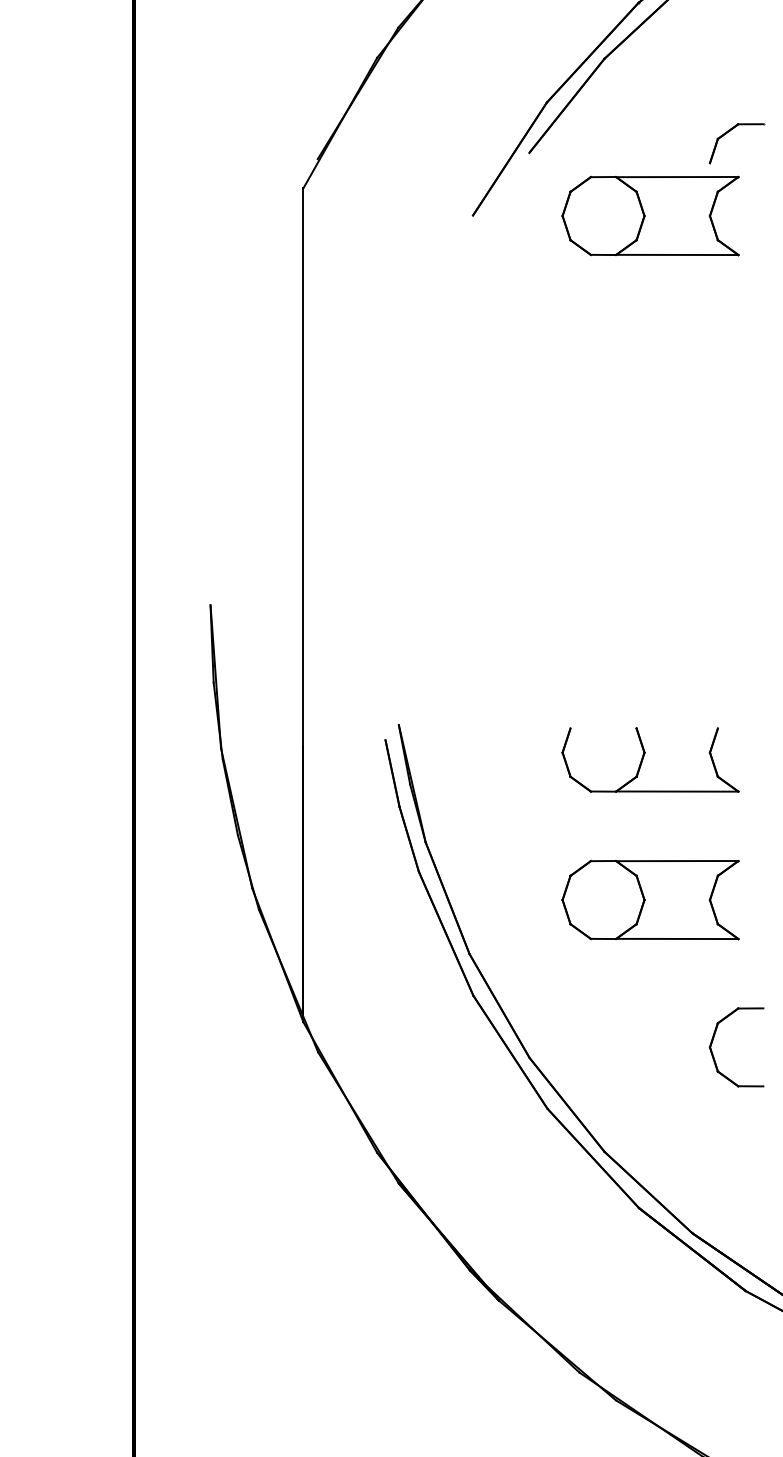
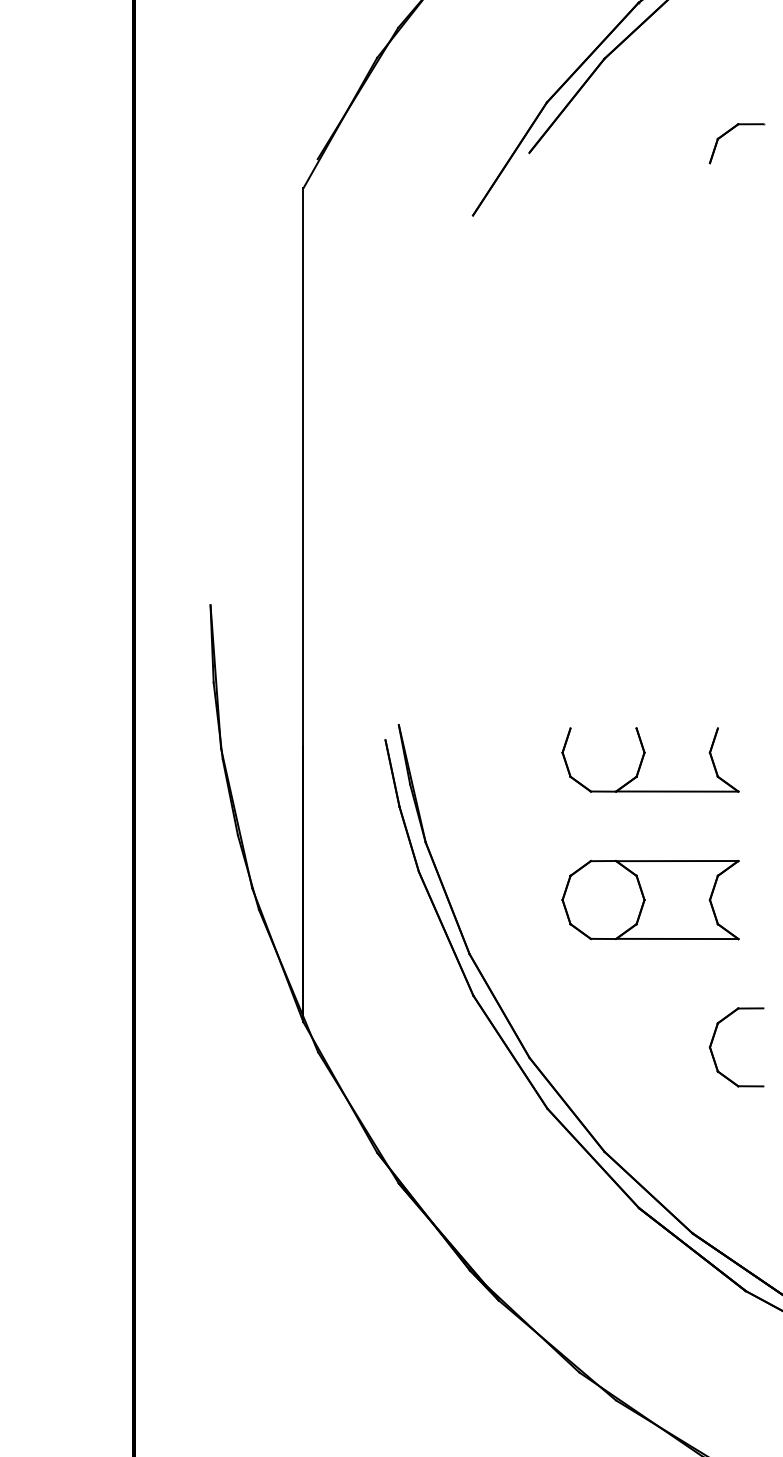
part at (650, 215): present -> none
